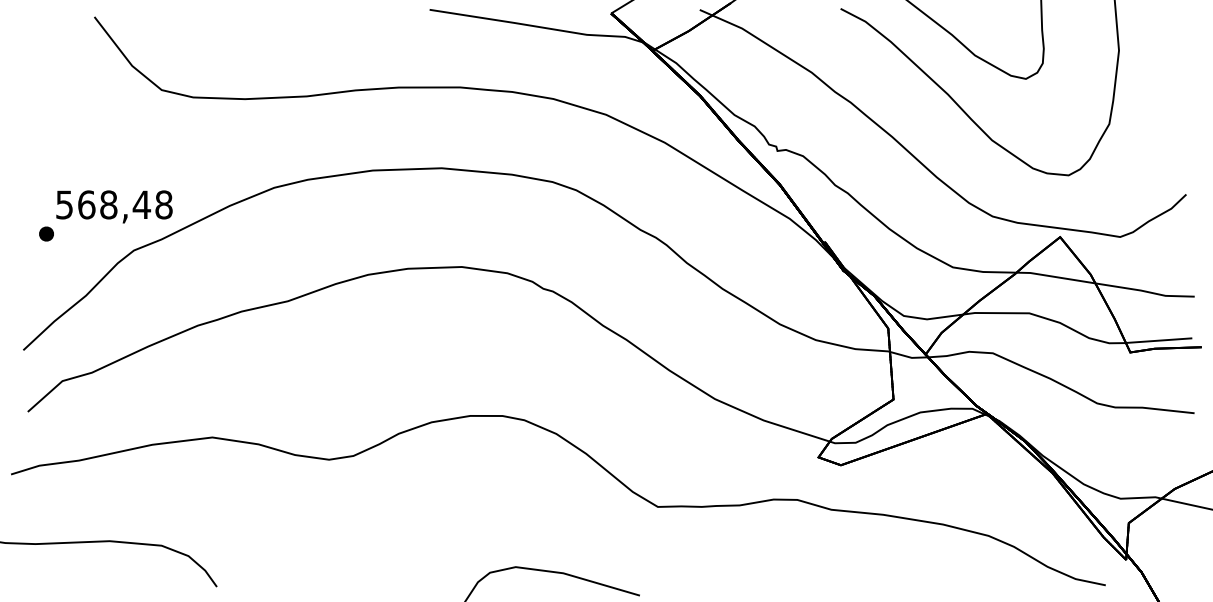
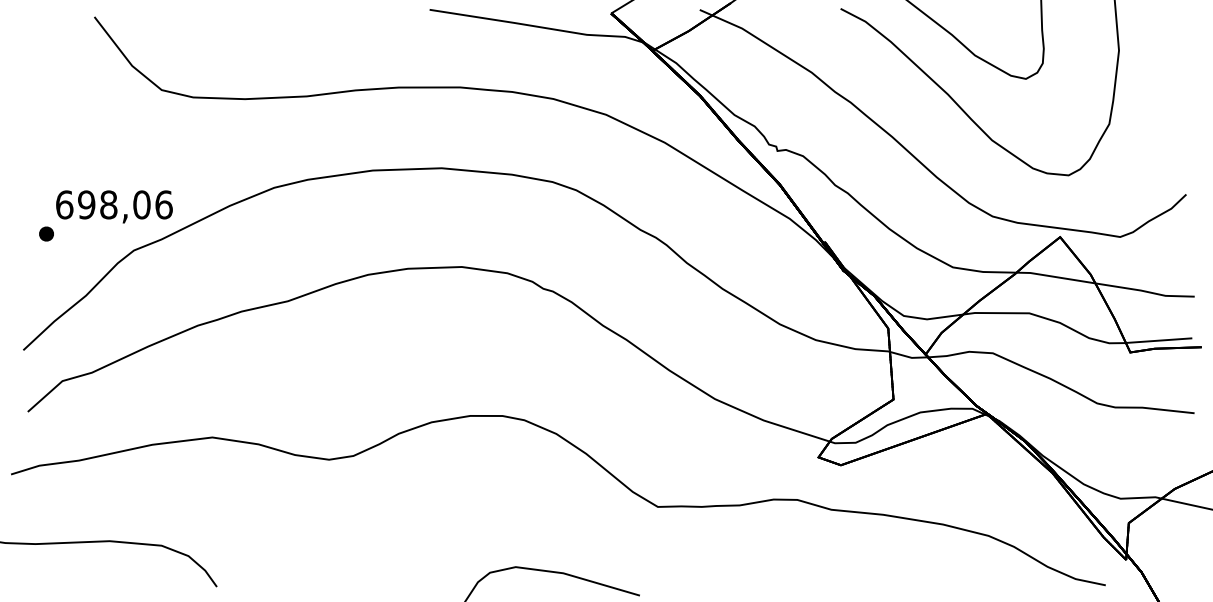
text at (114, 204): 568,48 -> 698,06
